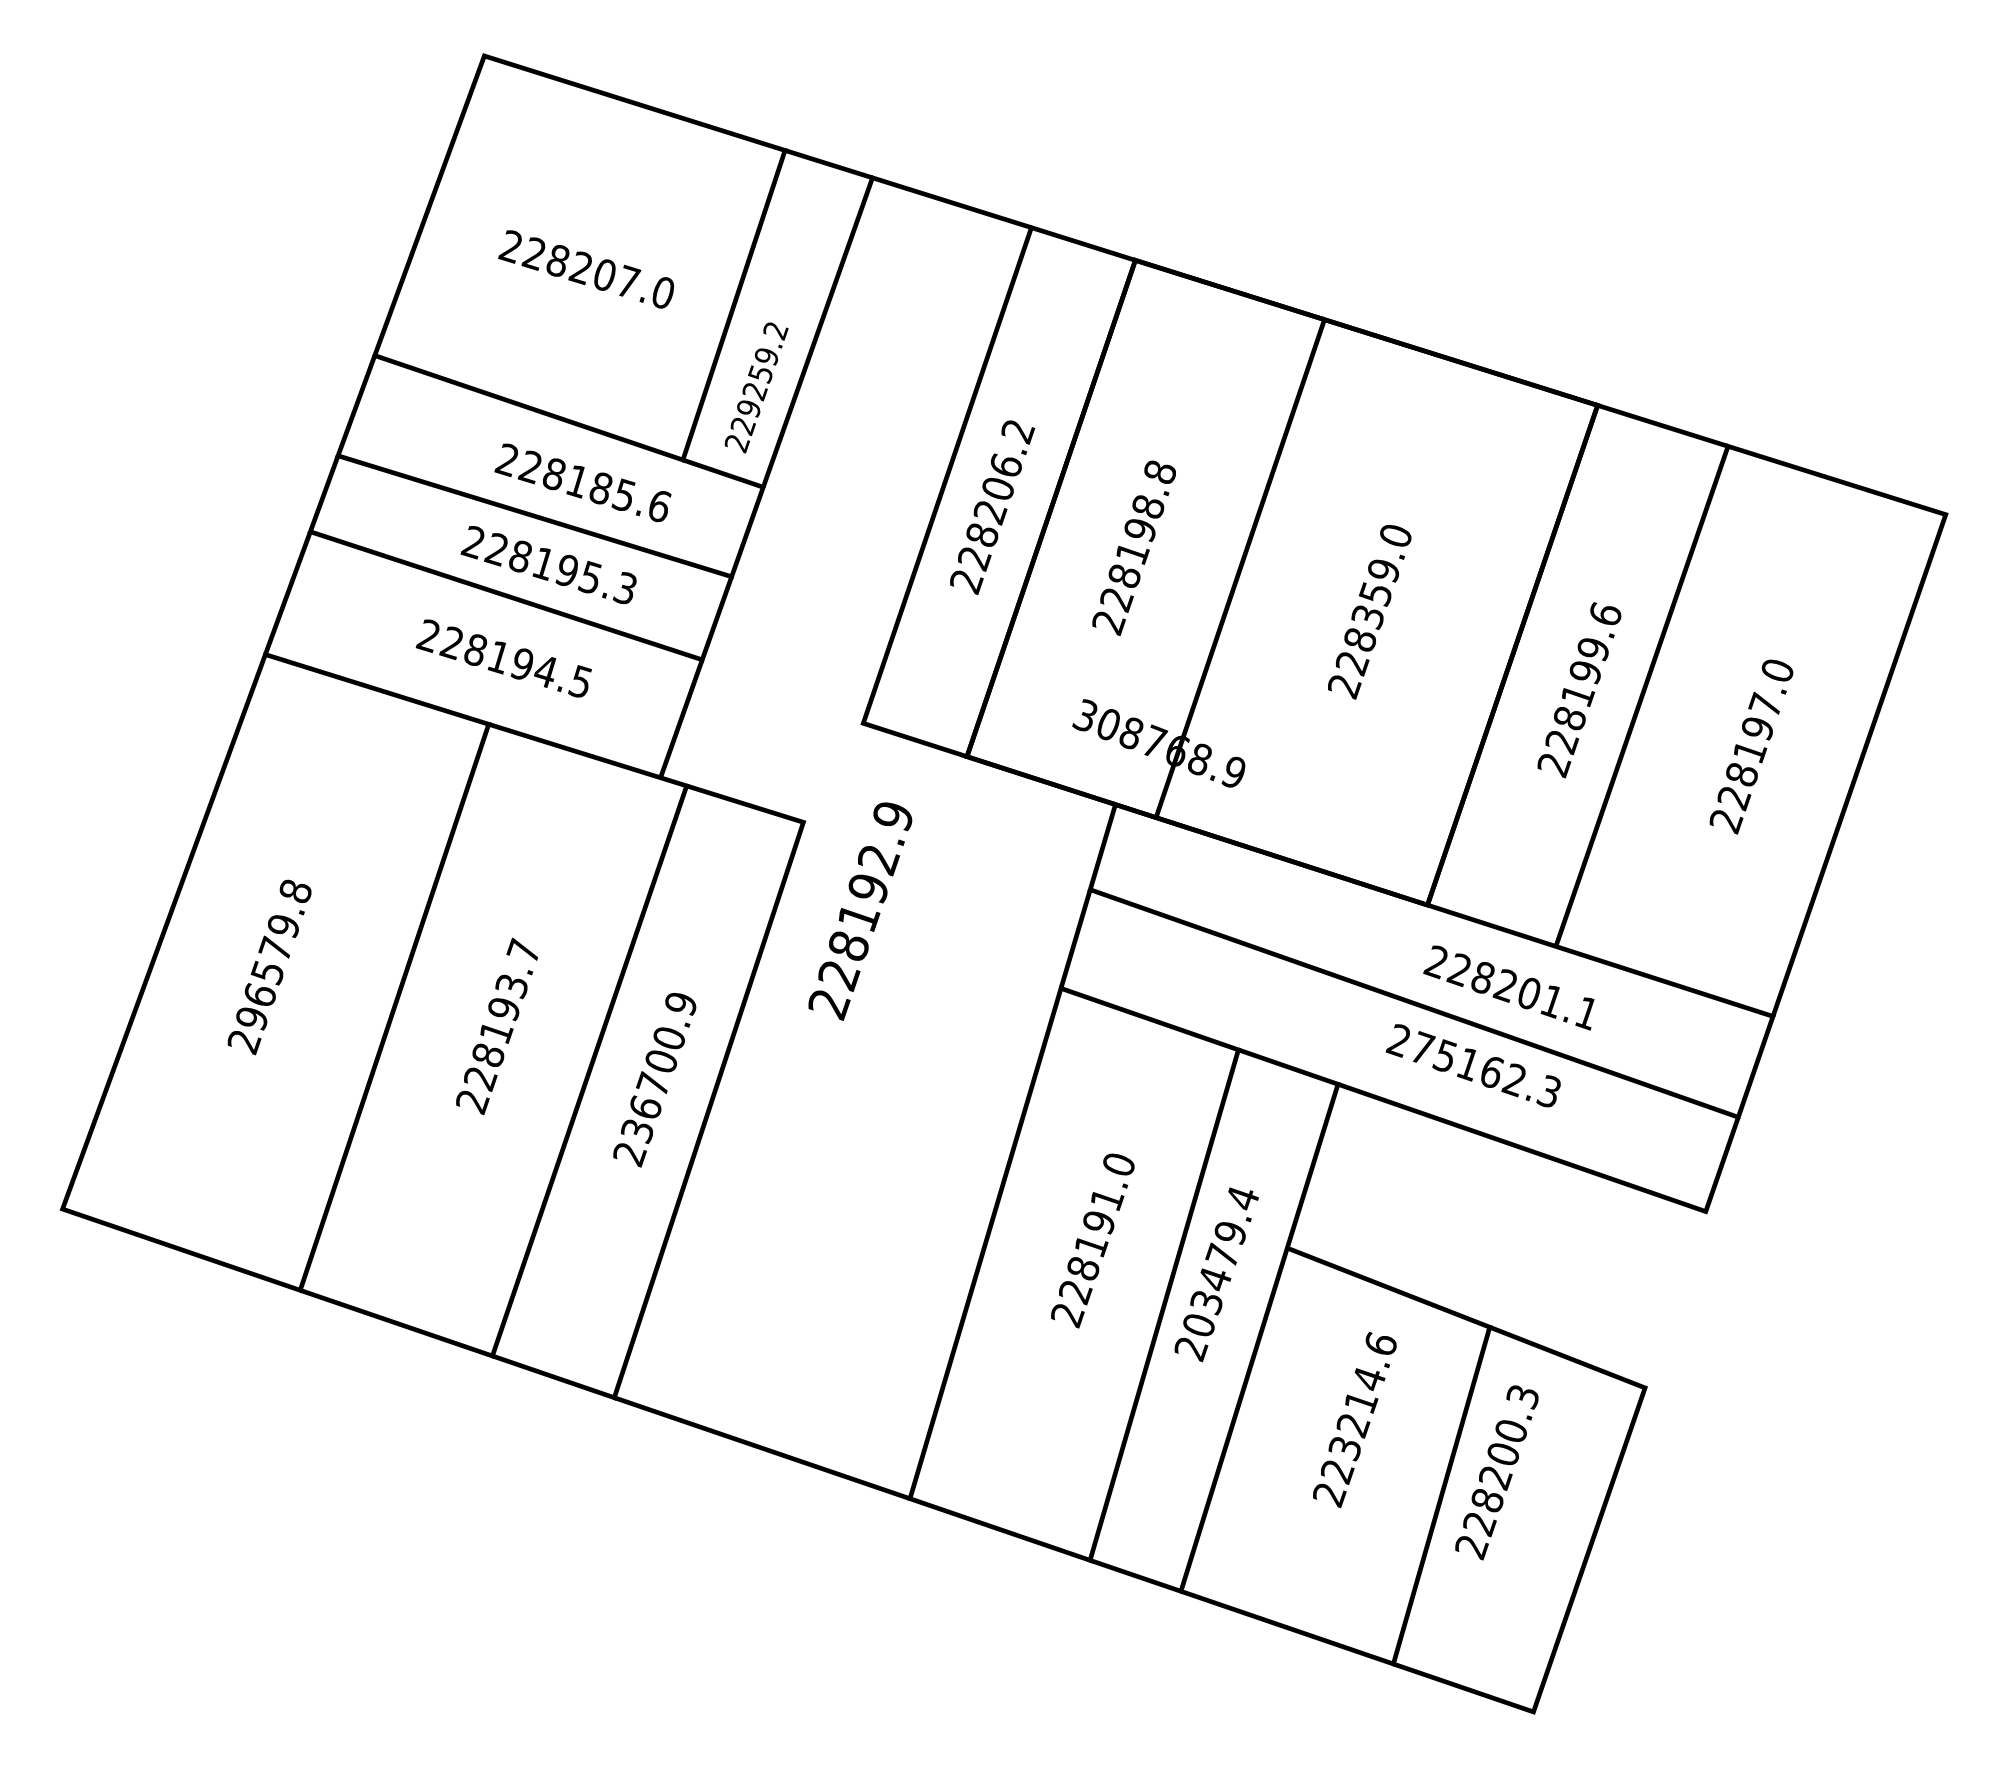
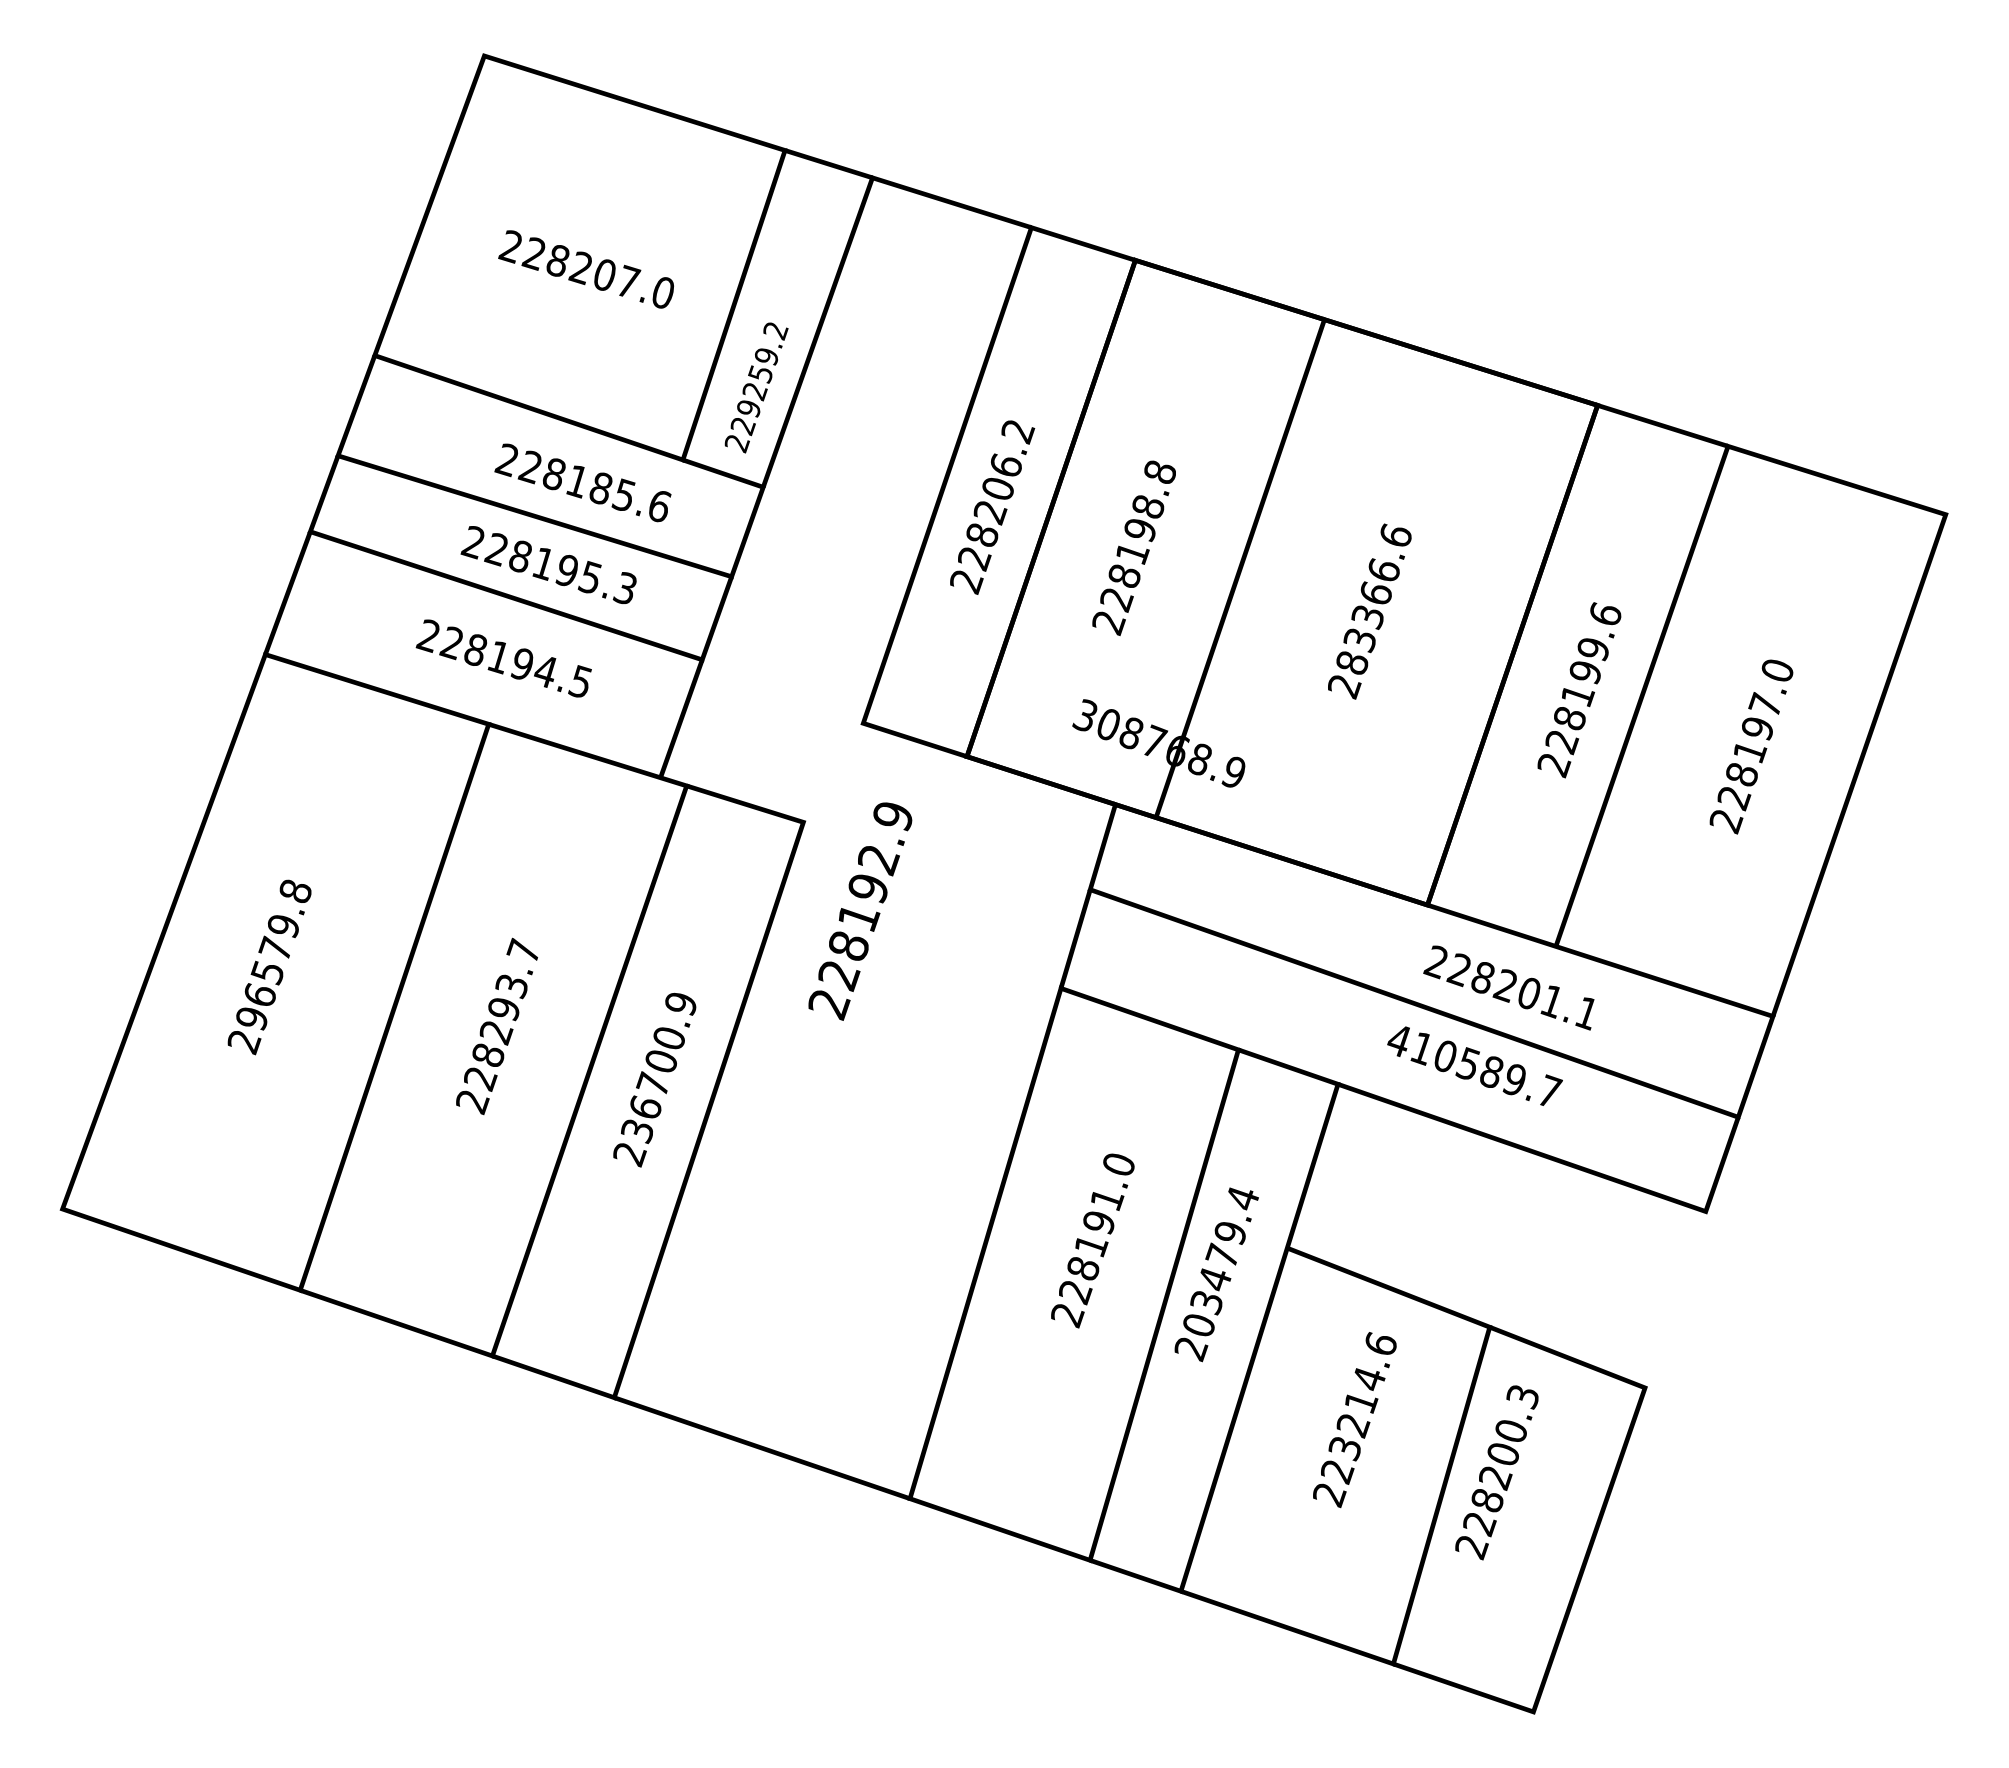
text at (1373, 599): 228359.0 -> 283366.6
text at (496, 1033): 228193.7 -> 228293.7
text at (1473, 1065): 275162.3 -> 410589.7
